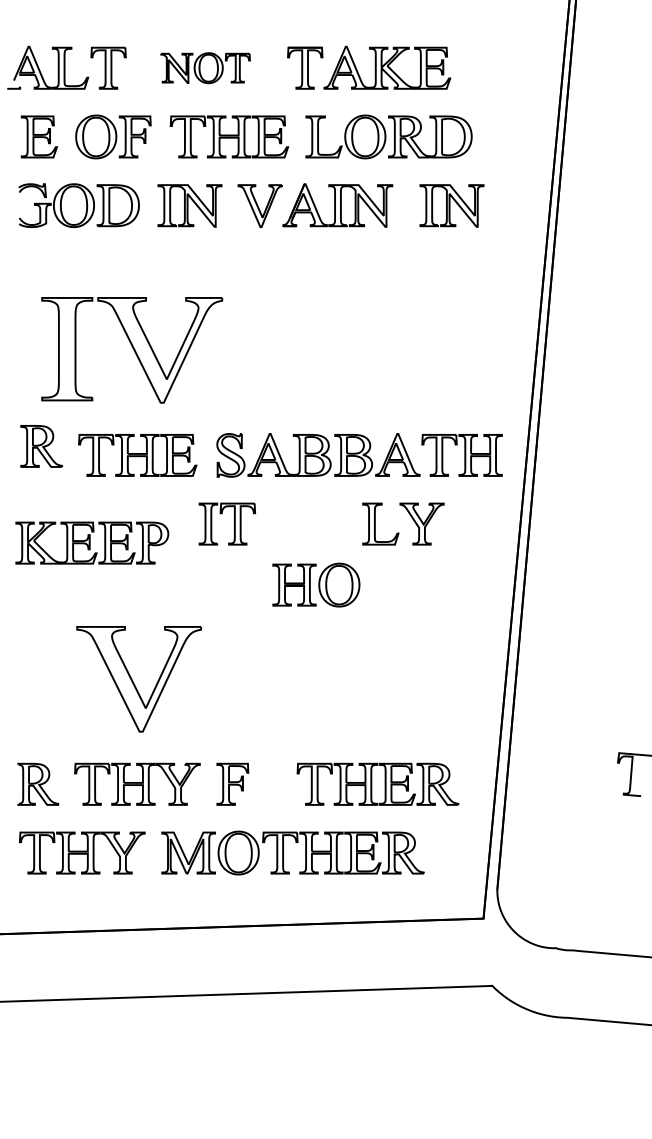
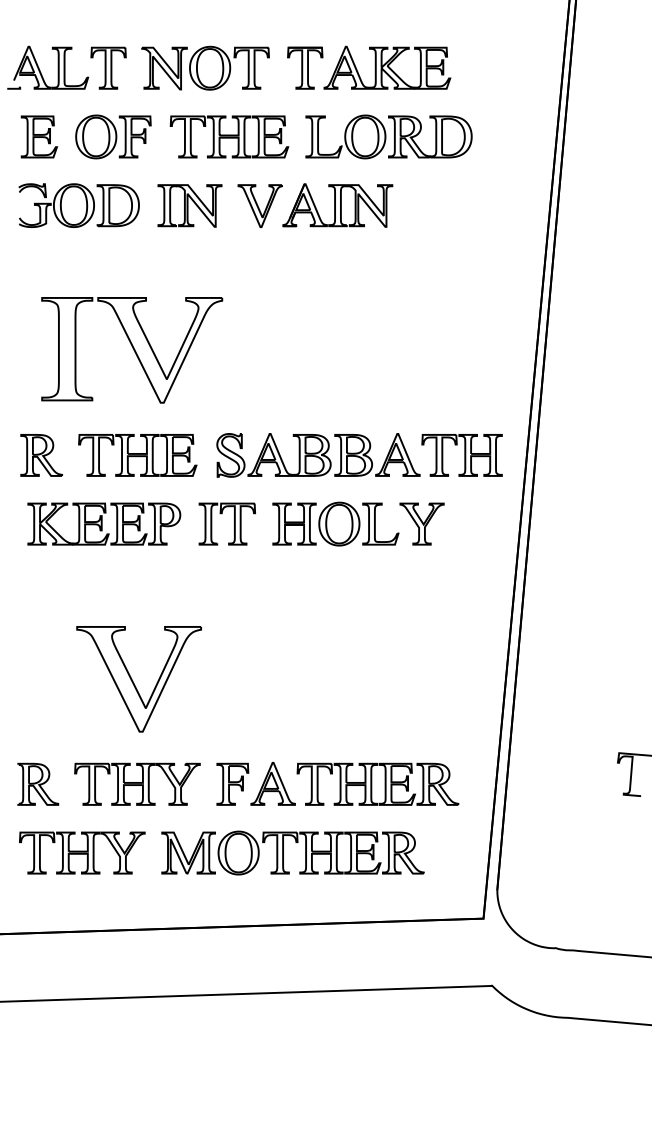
part at (205, 68) size: 91x33 px -> 129x46 px
part at (451, 205): present -> none
part at (41, 446) position: (41, 446) -> (41, 455)
part at (92, 542) position: (92, 542) -> (104, 523)
part at (316, 584) position: (316, 584) -> (316, 523)
part at (272, 783): none -> present
